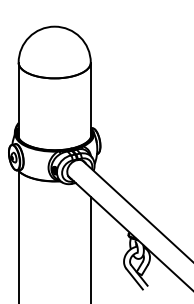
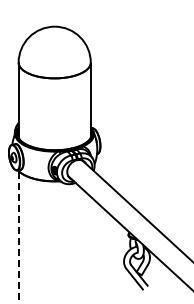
line at (18, 236): solid -> dashed
line at (90, 248): present -> none
